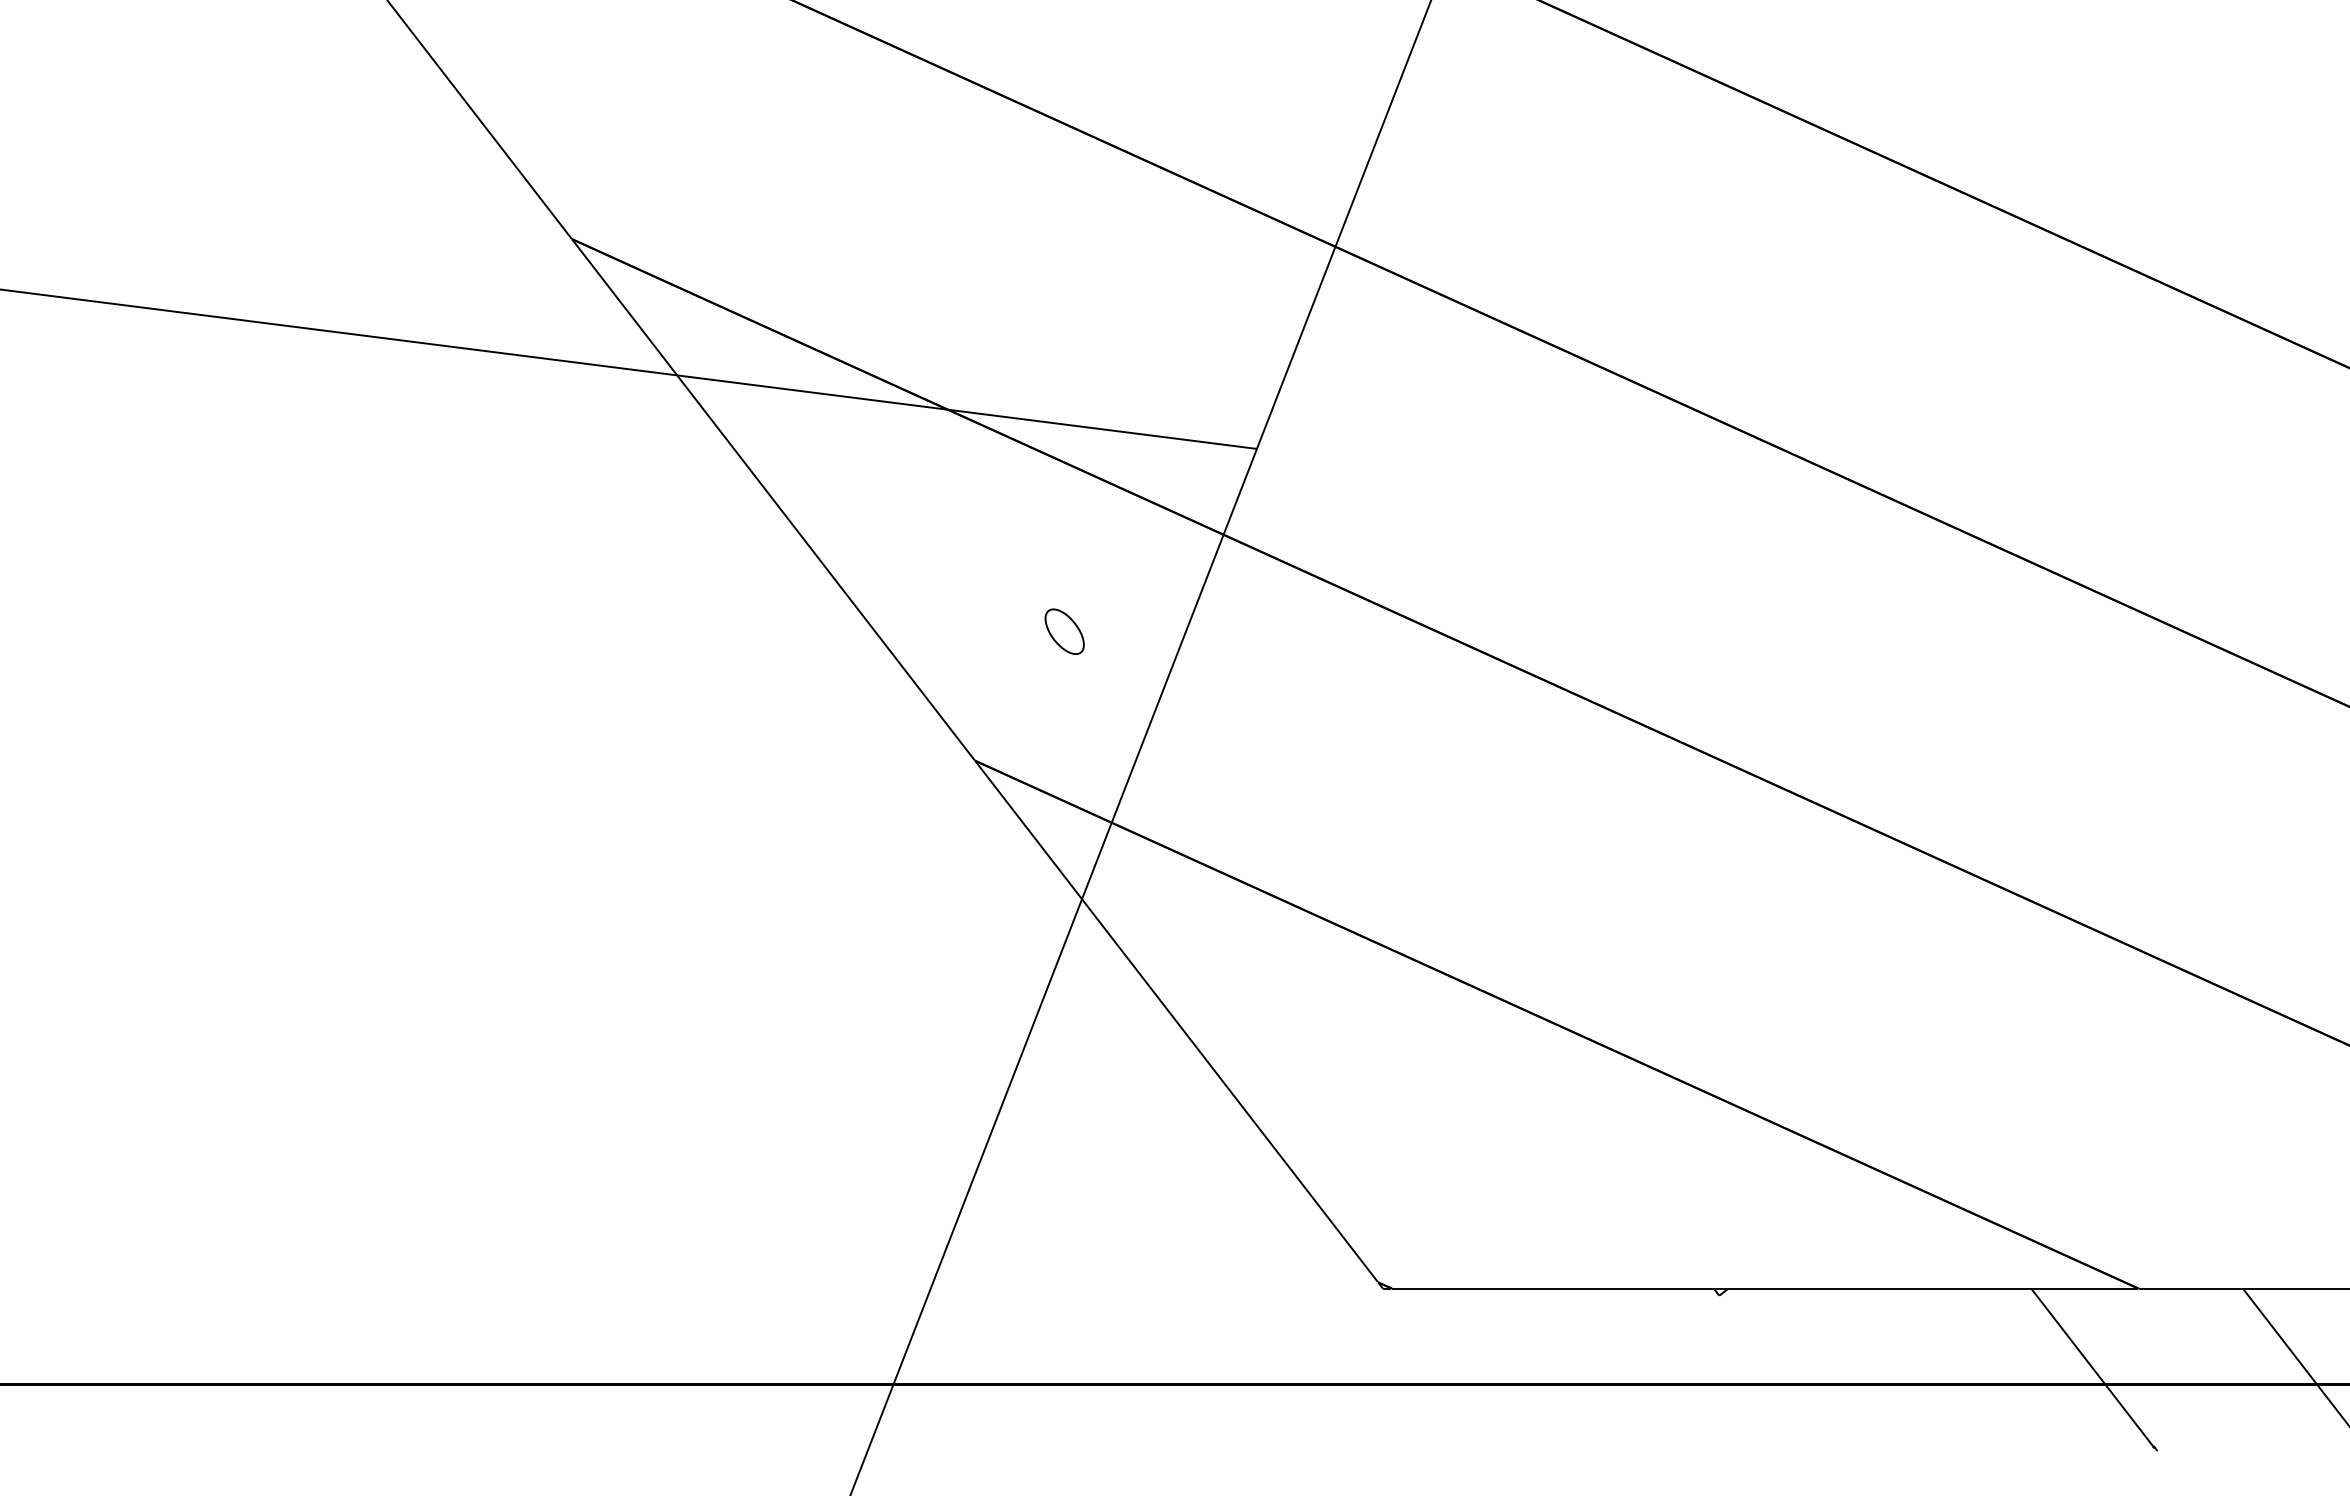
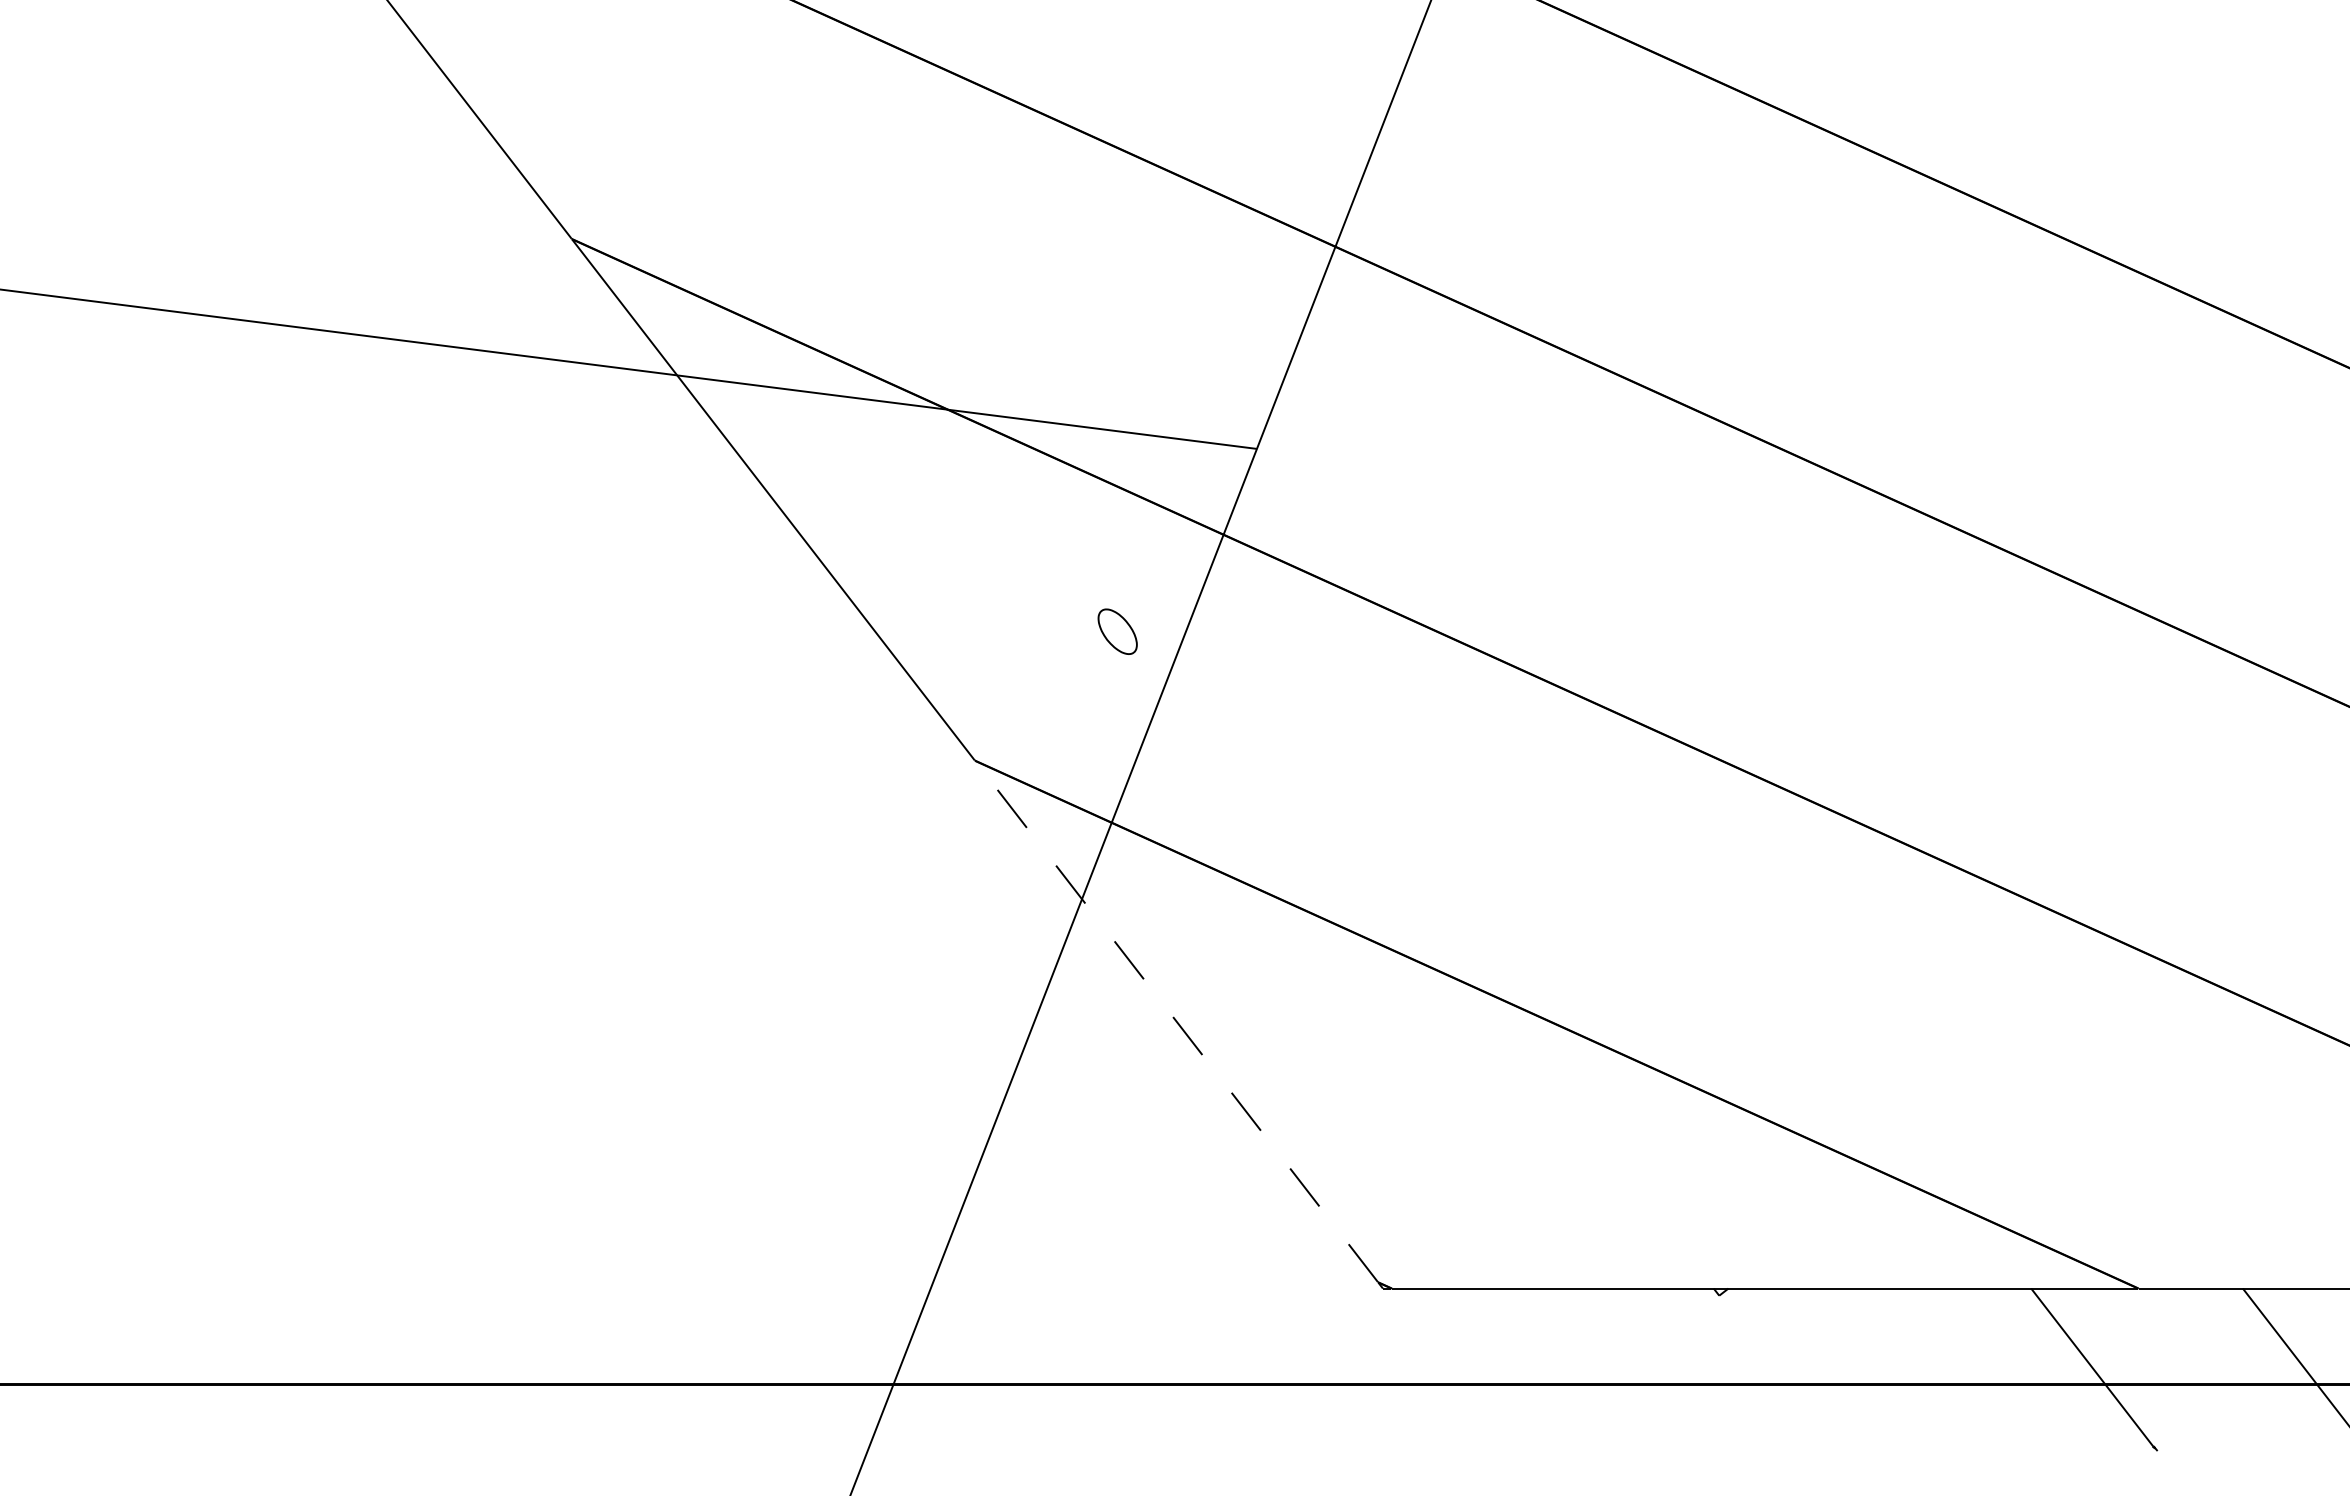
part at (1064, 631) position: (1064, 631) -> (1117, 631)
line at (1176, 1021): solid -> dashed
